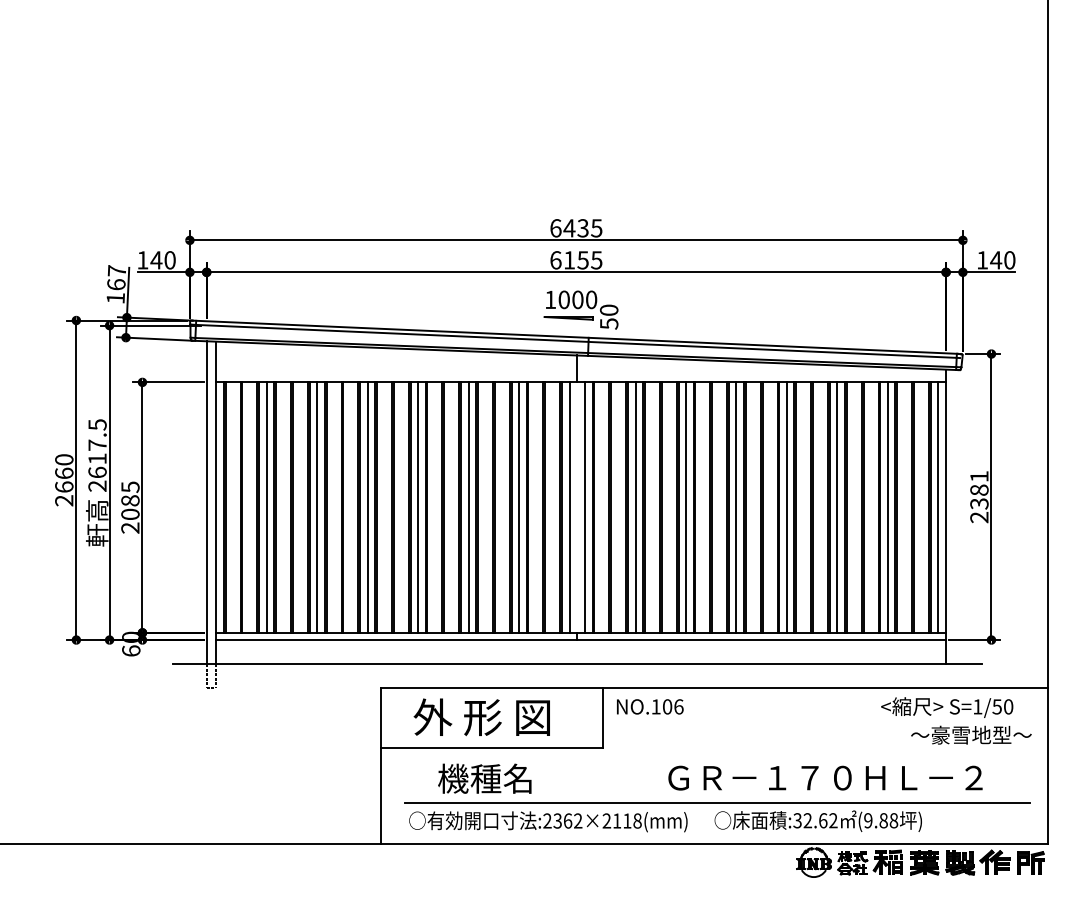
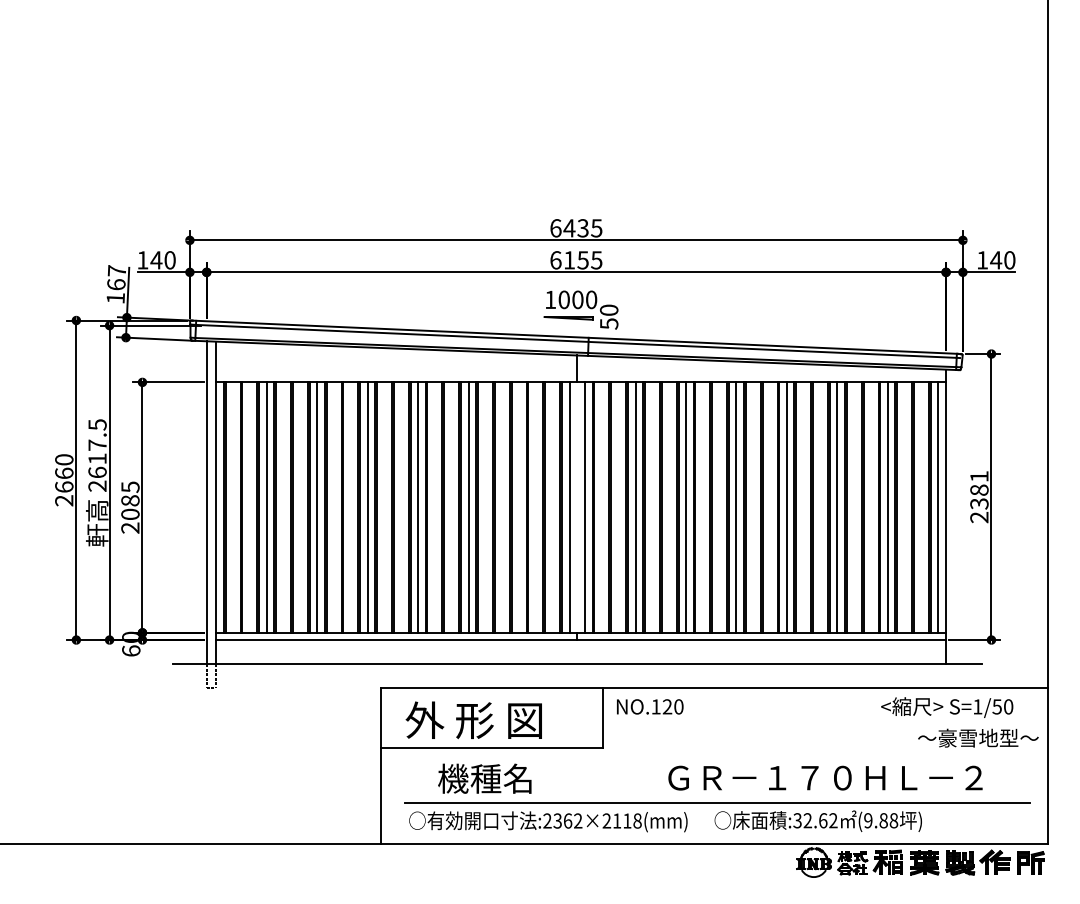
line at (519, 507): present -> none
text at (672, 706): NO.106 -> NO.120
text at (481, 717) position: (481, 717) -> (473, 720)
text at (971, 734) position: (971, 734) -> (978, 737)
